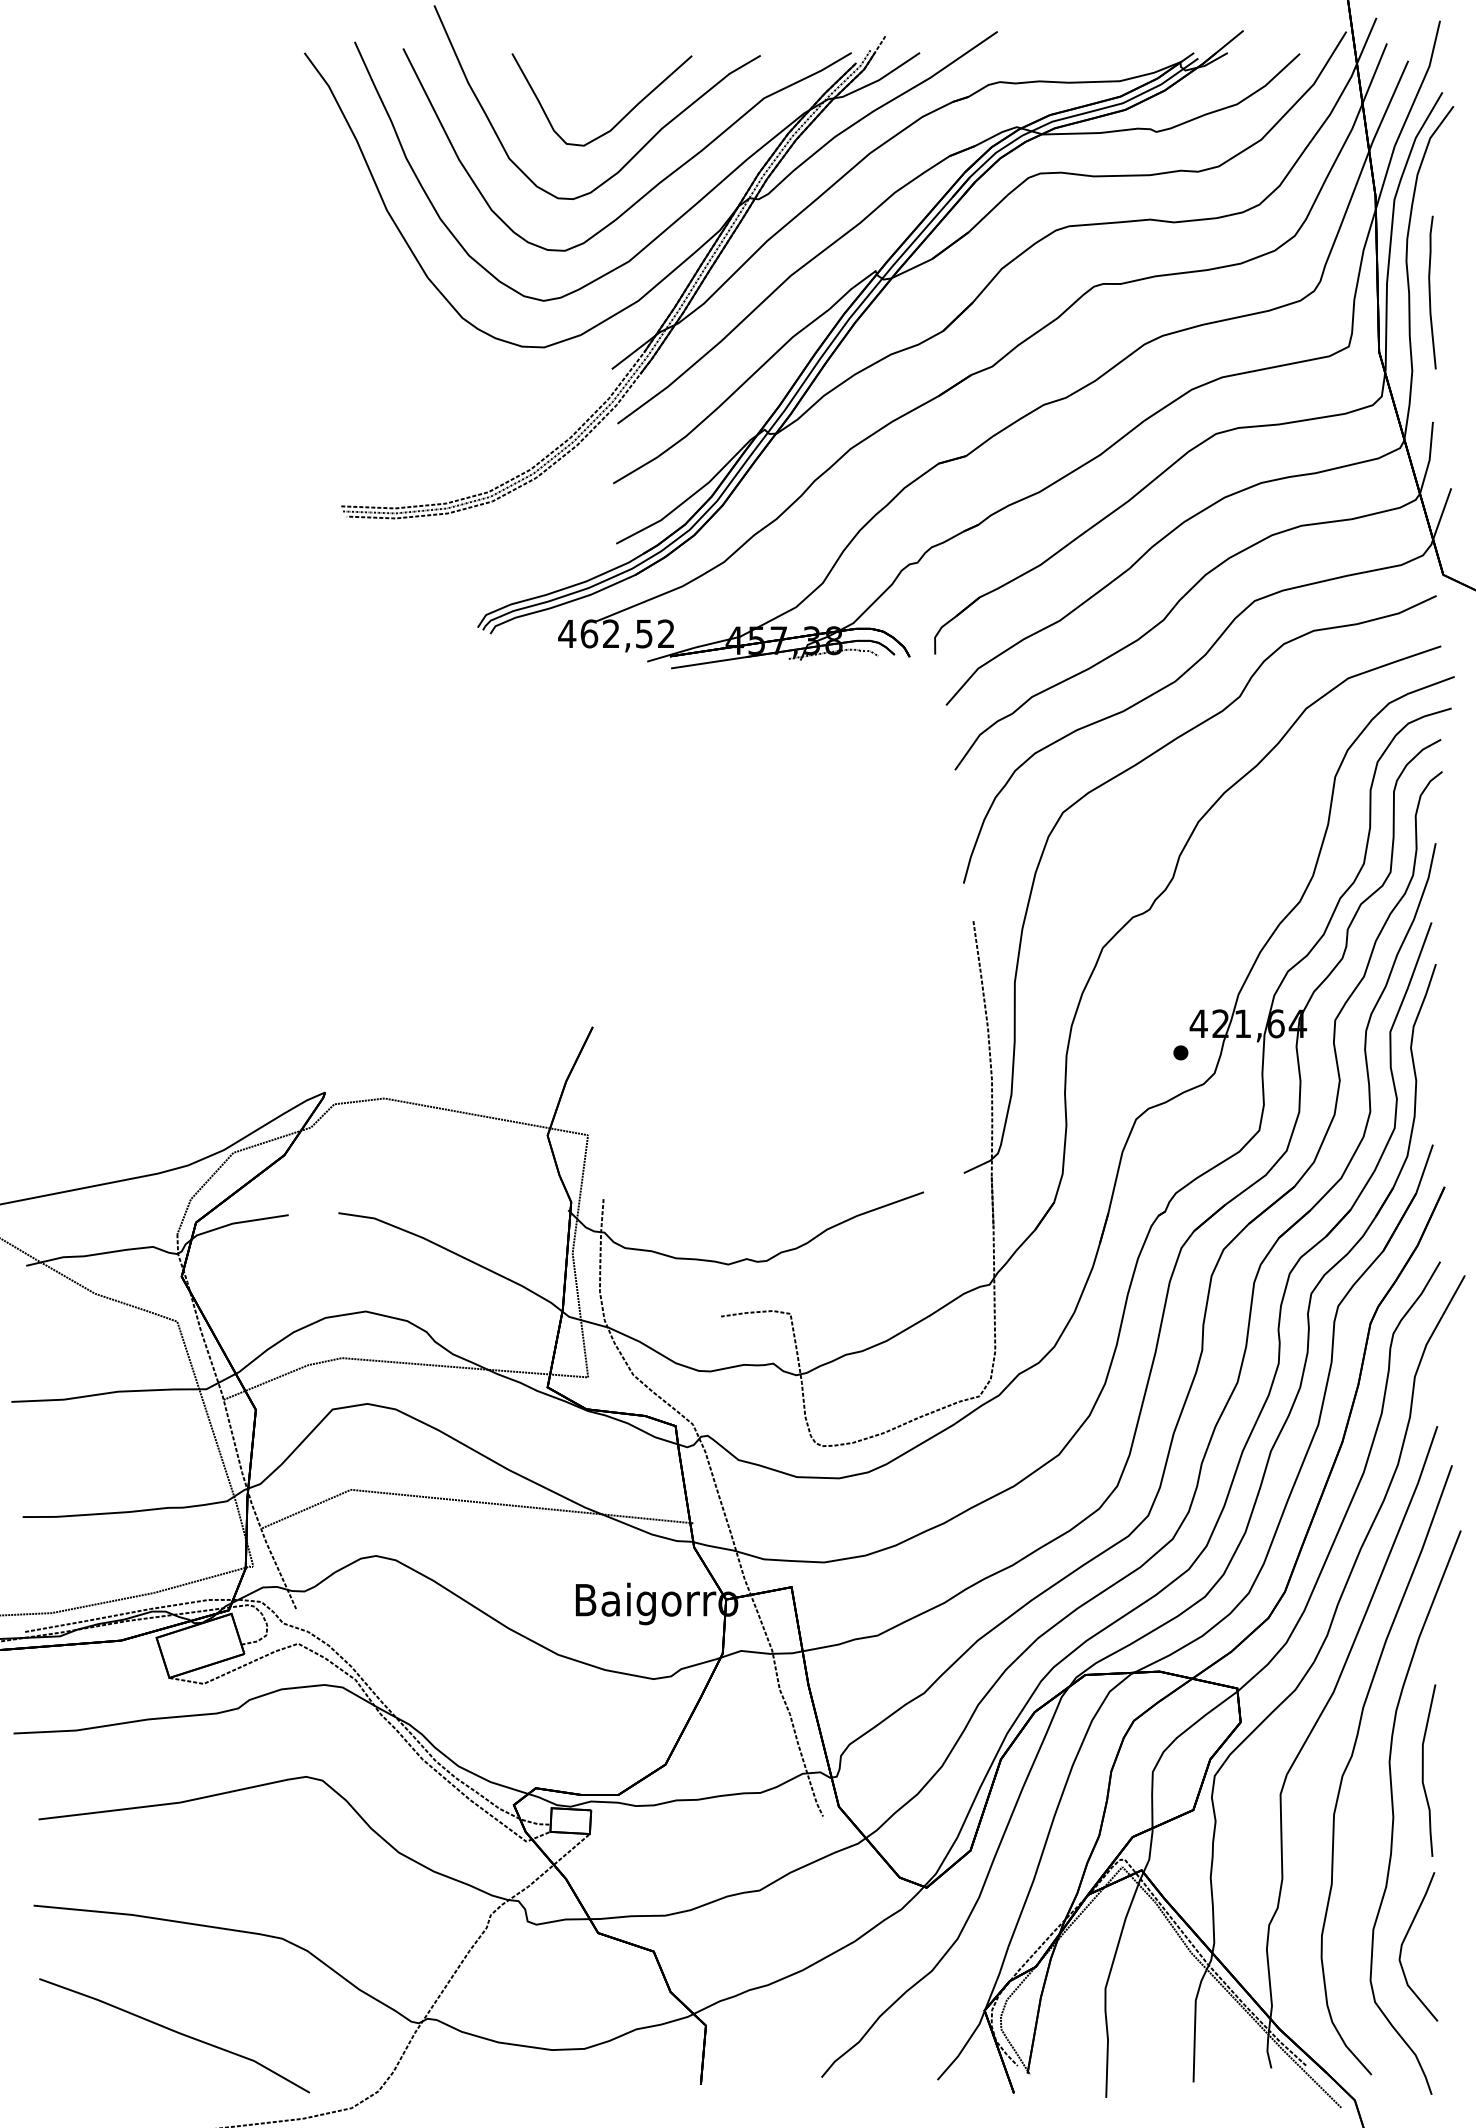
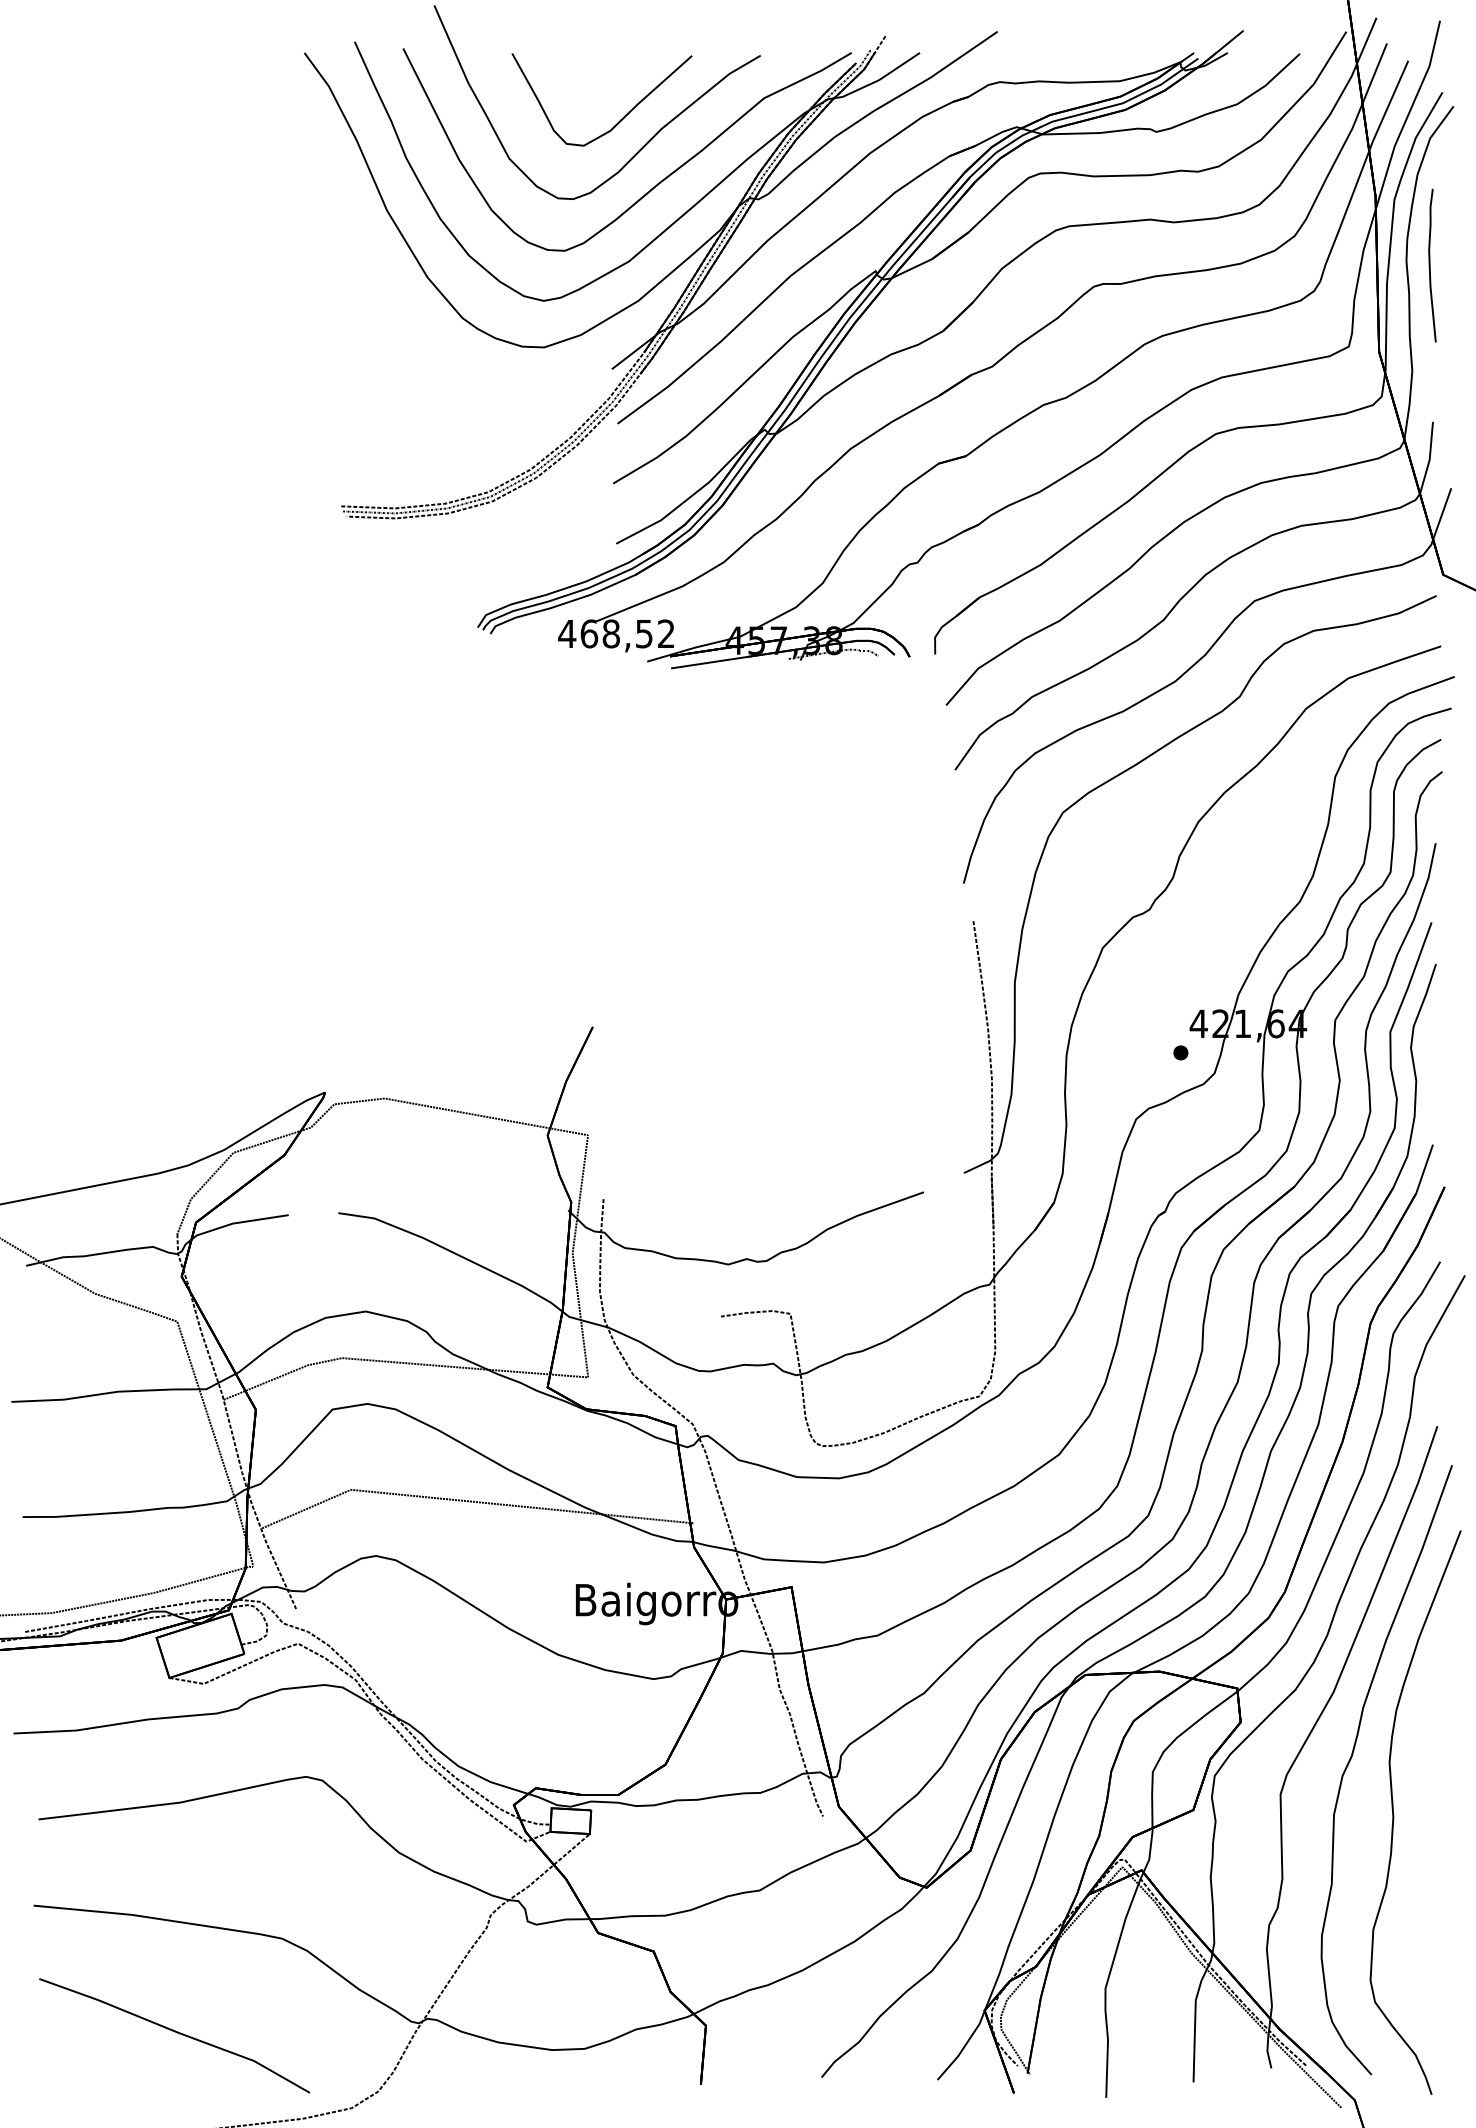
curve at (1430, 292) position: (1430, 292) -> (1430, 265)
text at (610, 633): 462,52 -> 468,52
part at (1430, 1848): present -> none
